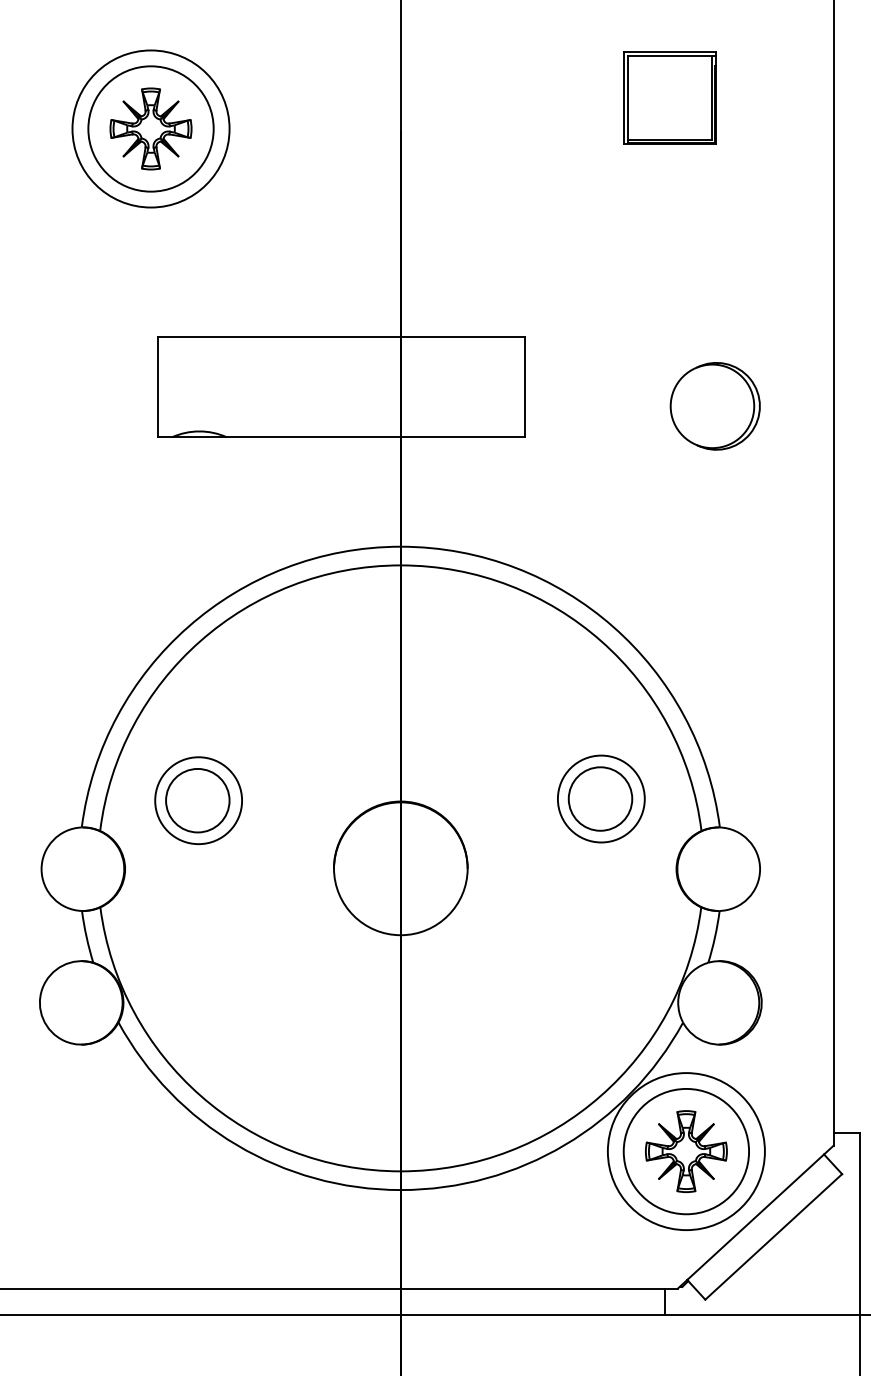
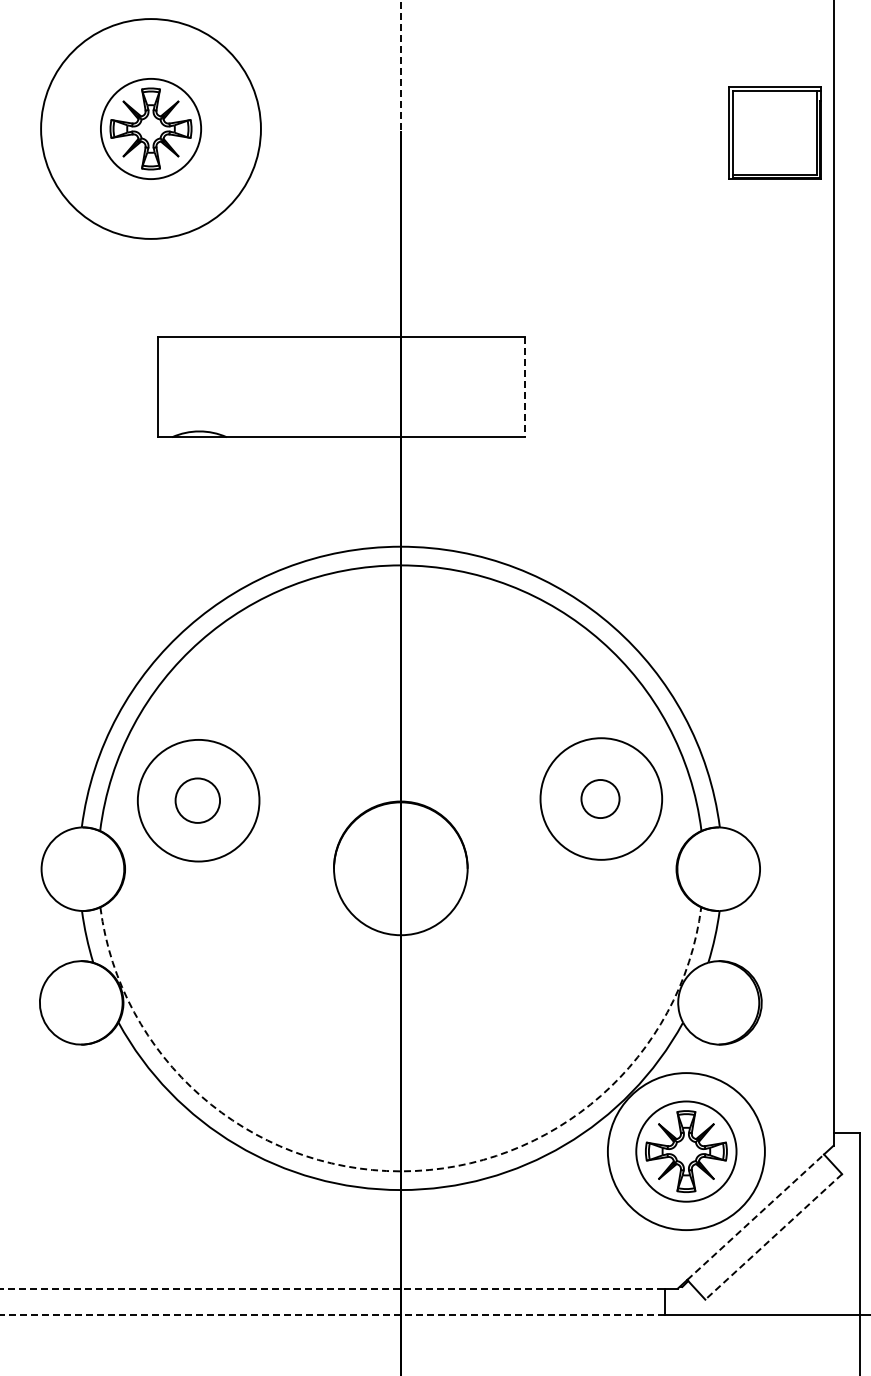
line at (400, 66): solid -> dashed
part at (669, 97) position: (669, 97) -> (774, 132)
circle at (150, 128) diameter: 125 px -> 100 px
circle at (150, 128) diameter: 157 px -> 220 px
line at (525, 387): solid -> dashed
part at (714, 406): present -> none
circle at (600, 798) diameter: 63 px -> 38 px
circle at (600, 798) diameter: 87 px -> 122 px
circle at (197, 800) diameter: 63 px -> 44 px
circle at (198, 800) diameter: 87 px -> 122 px
circle at (686, 1151) diameter: 125 px -> 100 px
arc at (400, 1171): solid -> dashed
line at (755, 1217): solid -> dashed
line at (773, 1236): solid -> dashed
line at (333, 1288): solid -> dashed
line at (332, 1315): solid -> dashed
